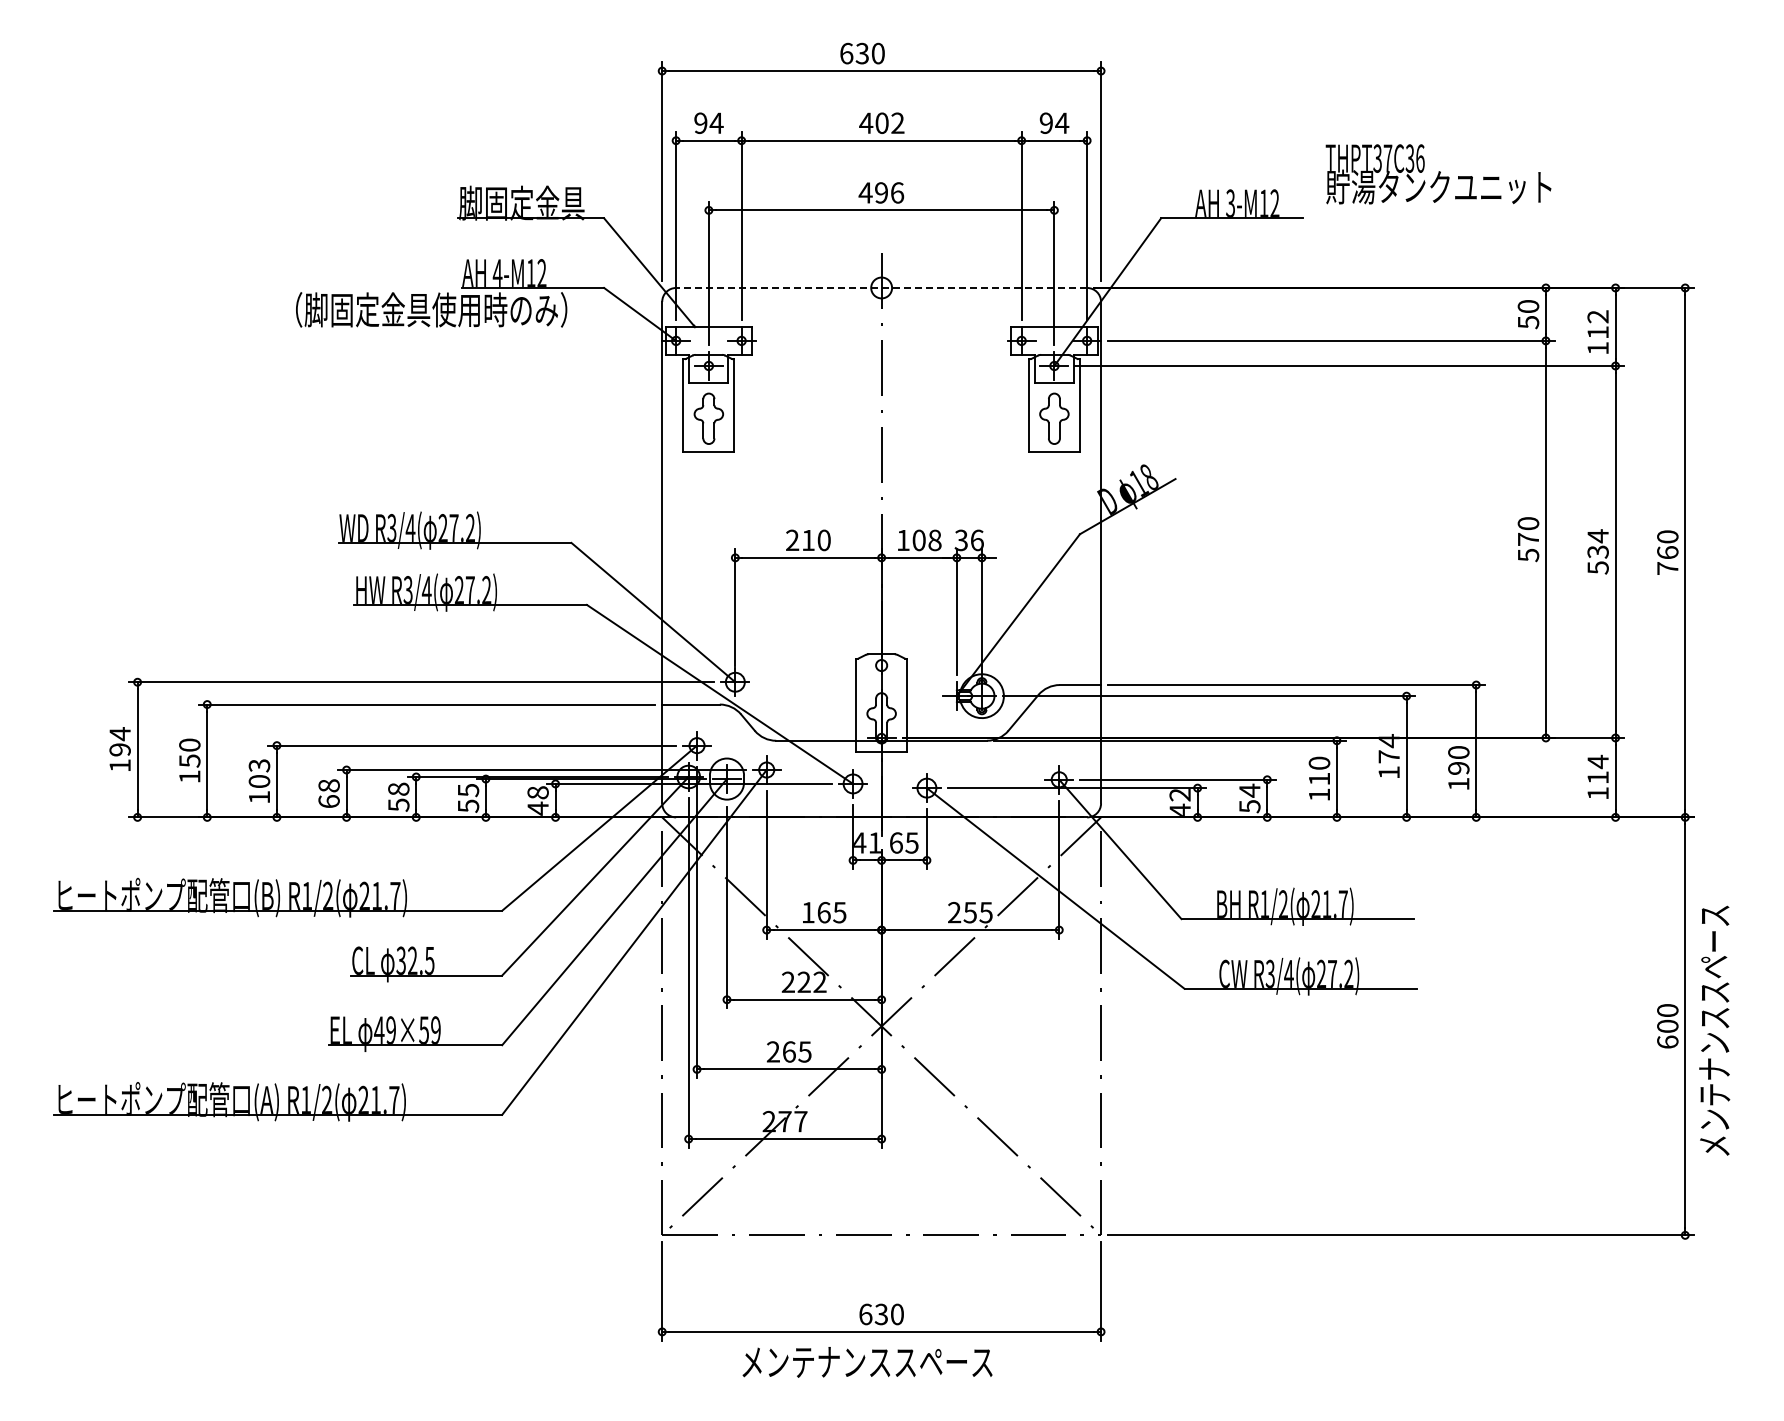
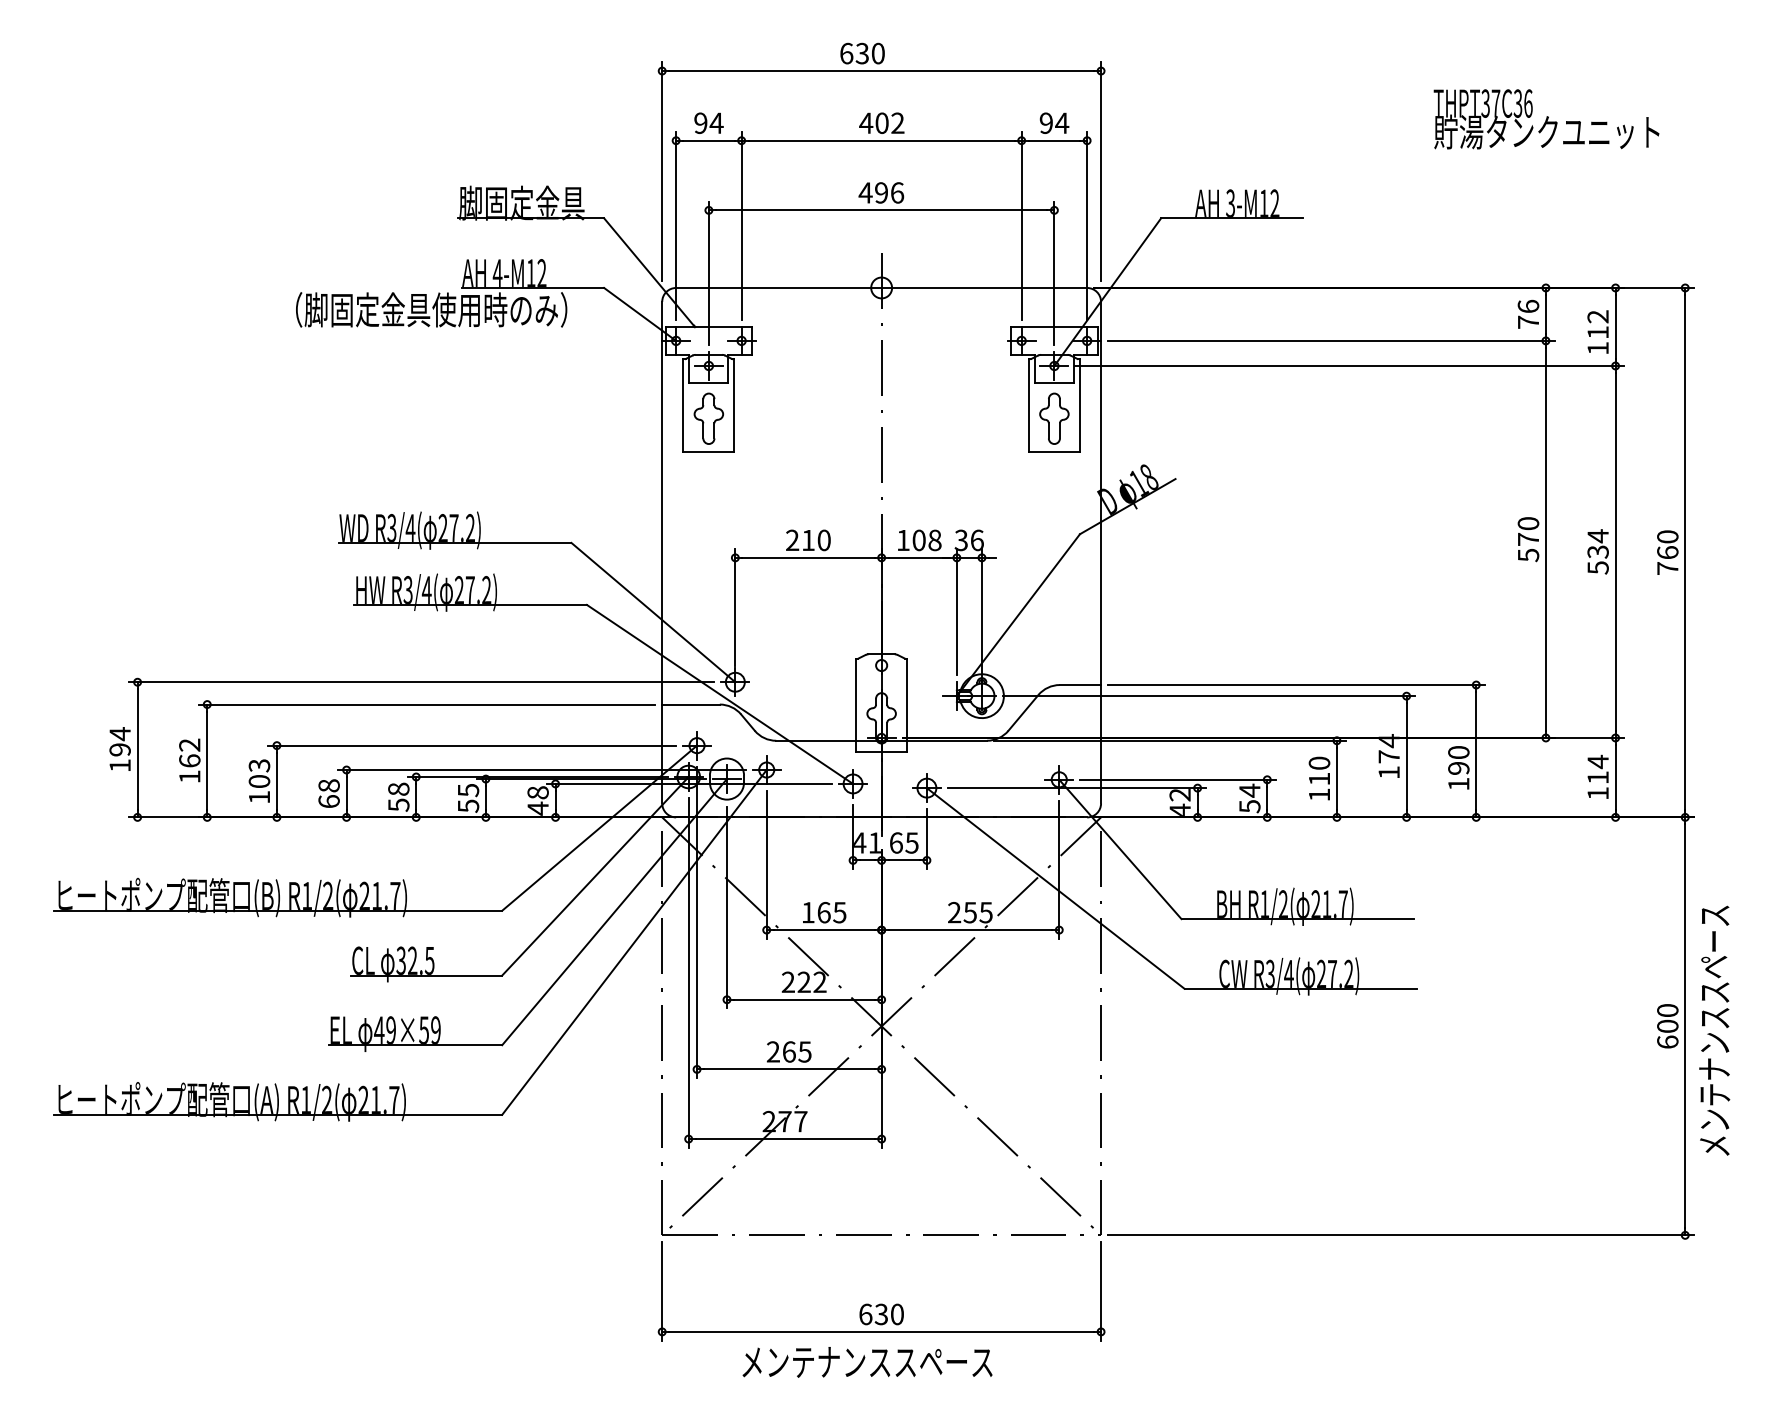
text at (1438, 174) position: (1438, 174) -> (1546, 119)
line at (881, 287): dashed -> solid
text at (1528, 314): 50 -> 76
text at (189, 752): 150 -> 162
